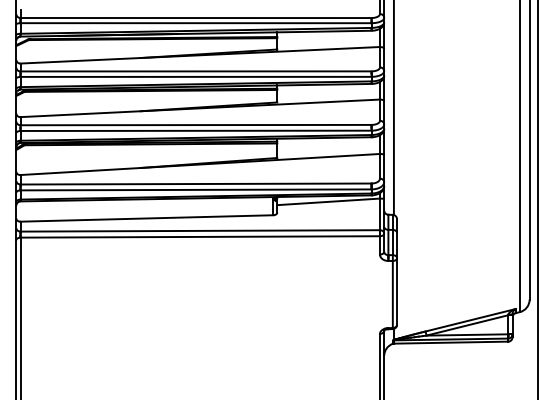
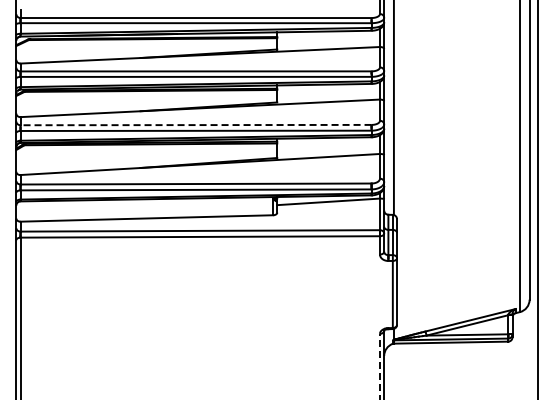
line at (195, 125): solid -> dashed
line at (379, 366): solid -> dashed
